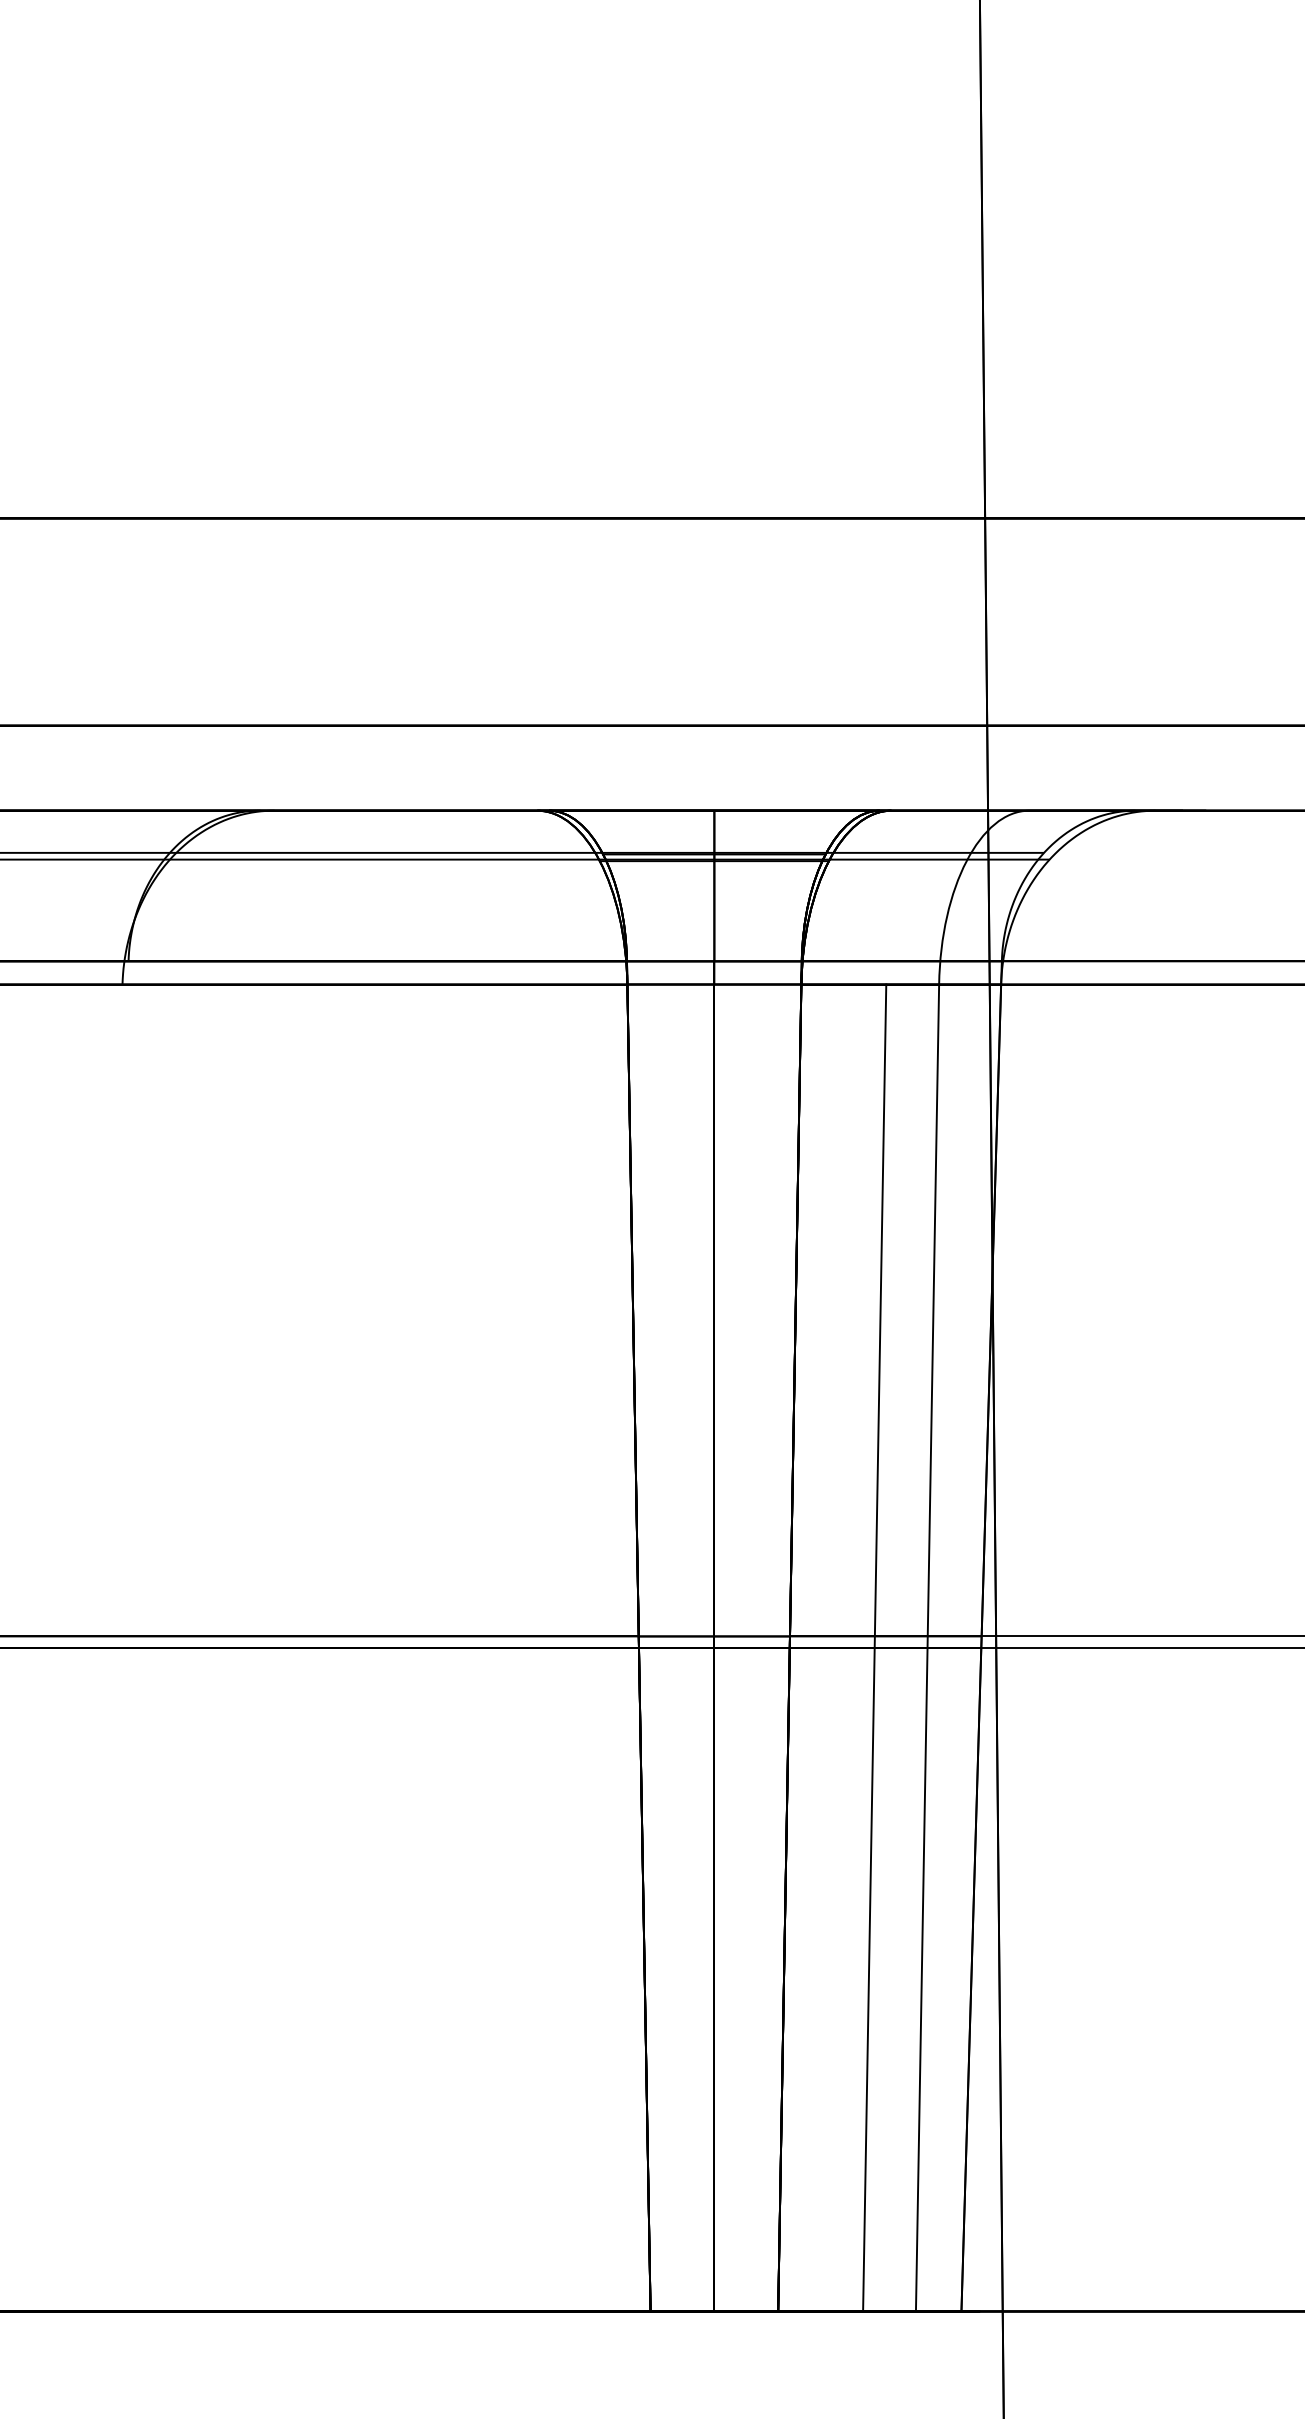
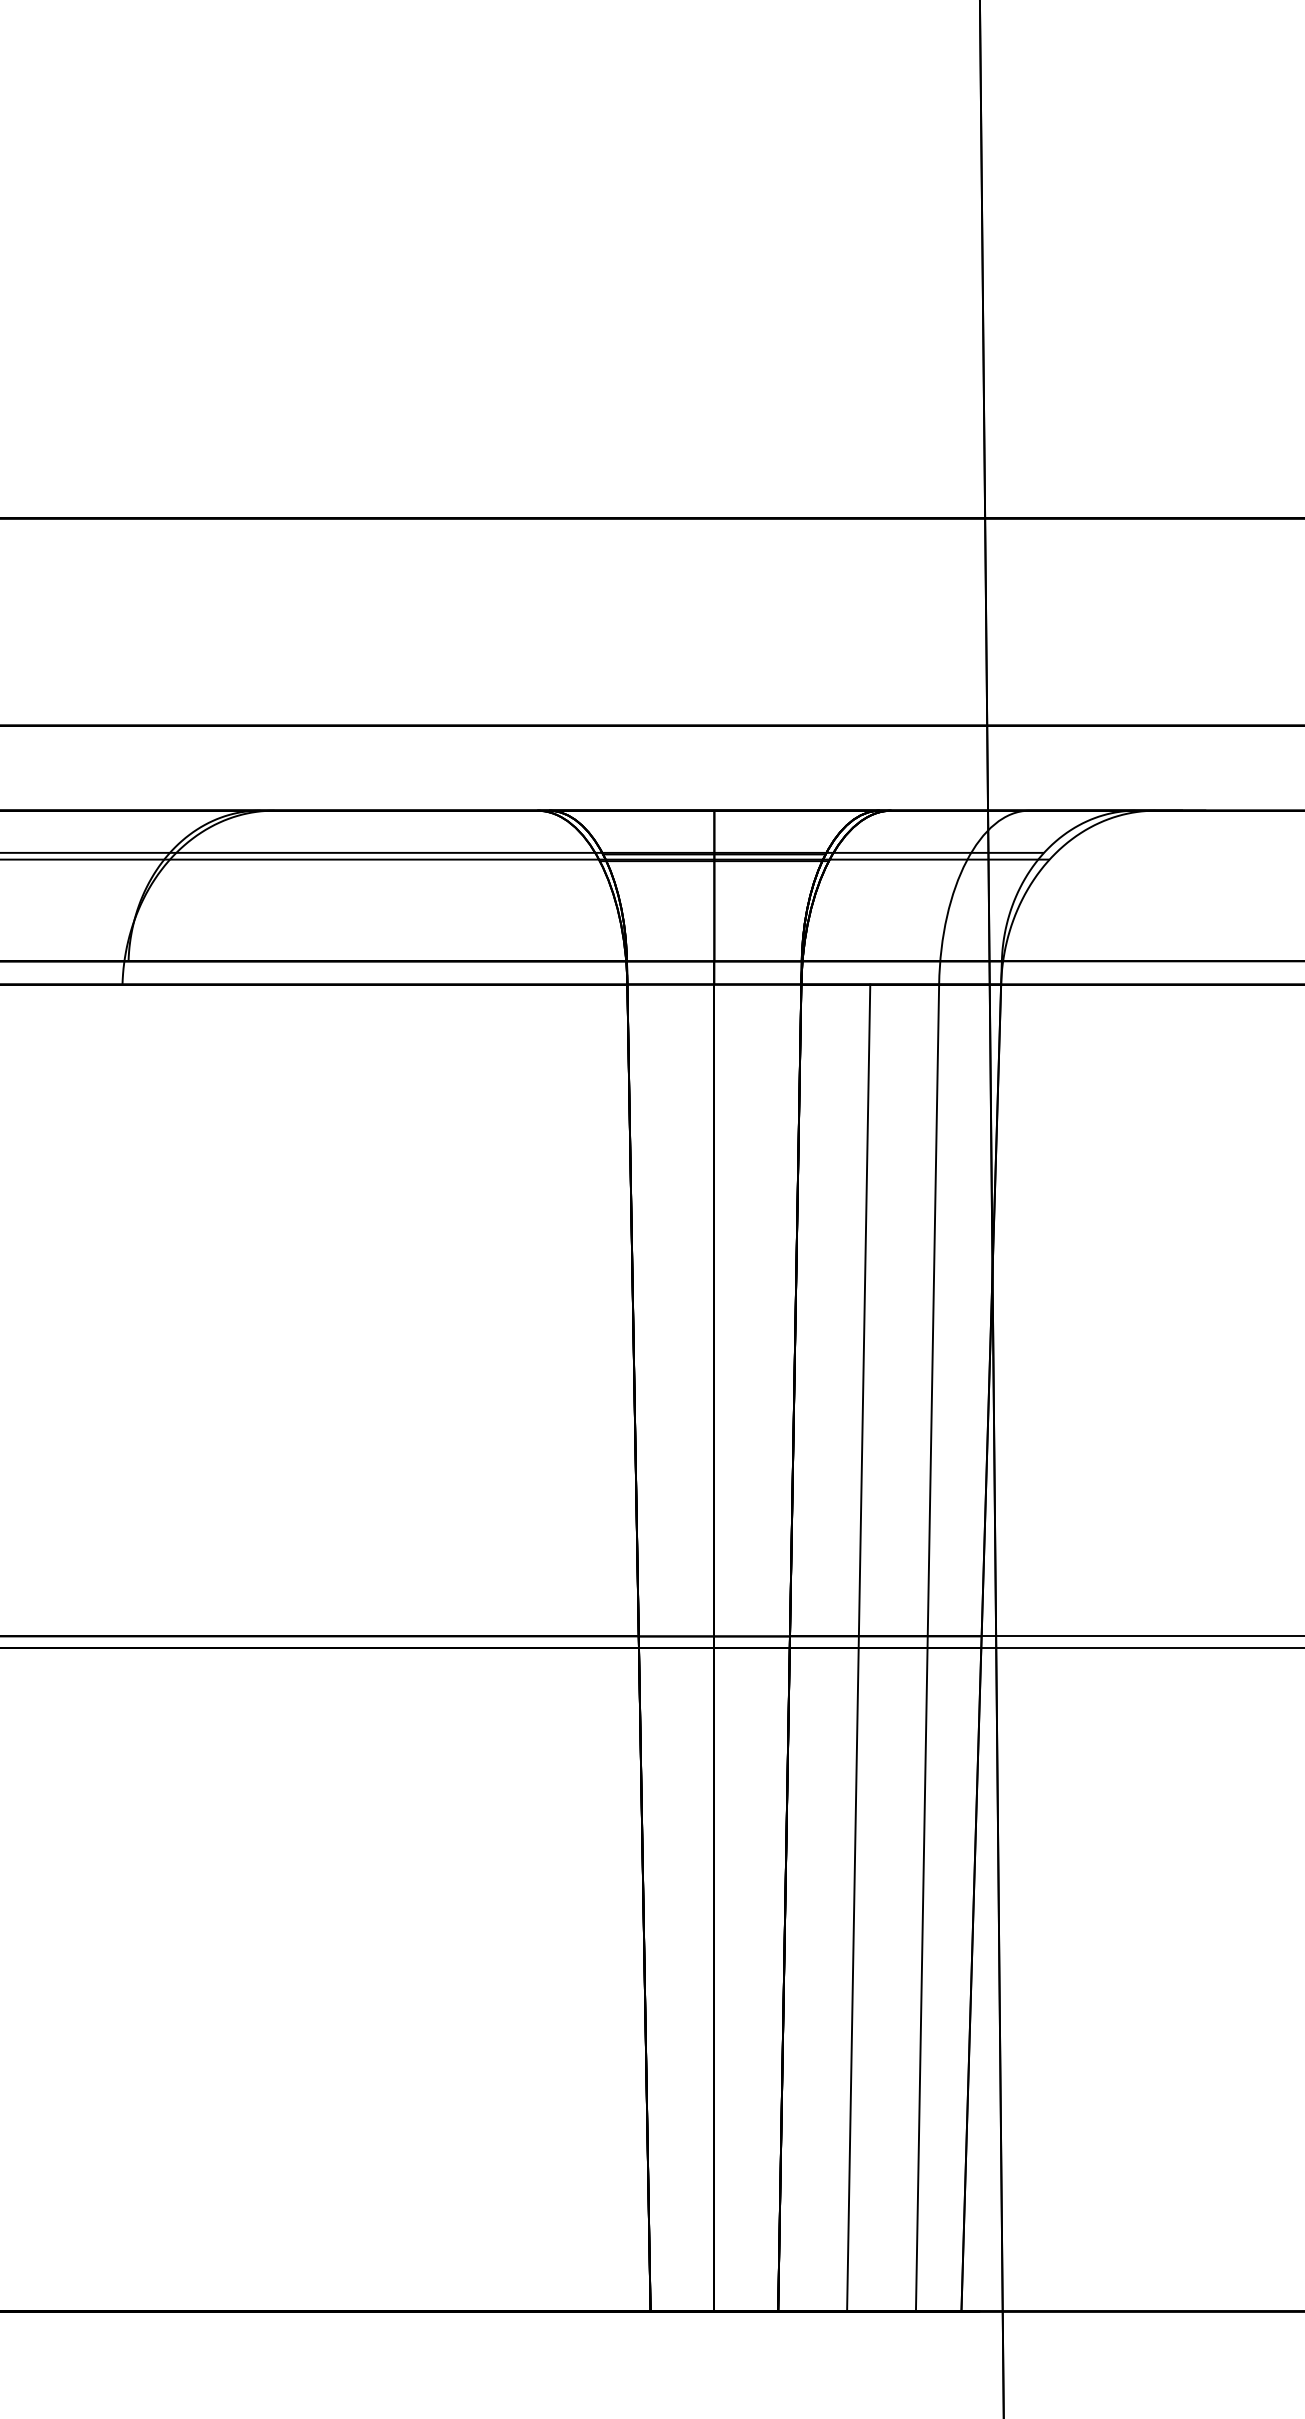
line at (874, 1647) position: (874, 1647) -> (858, 1647)
